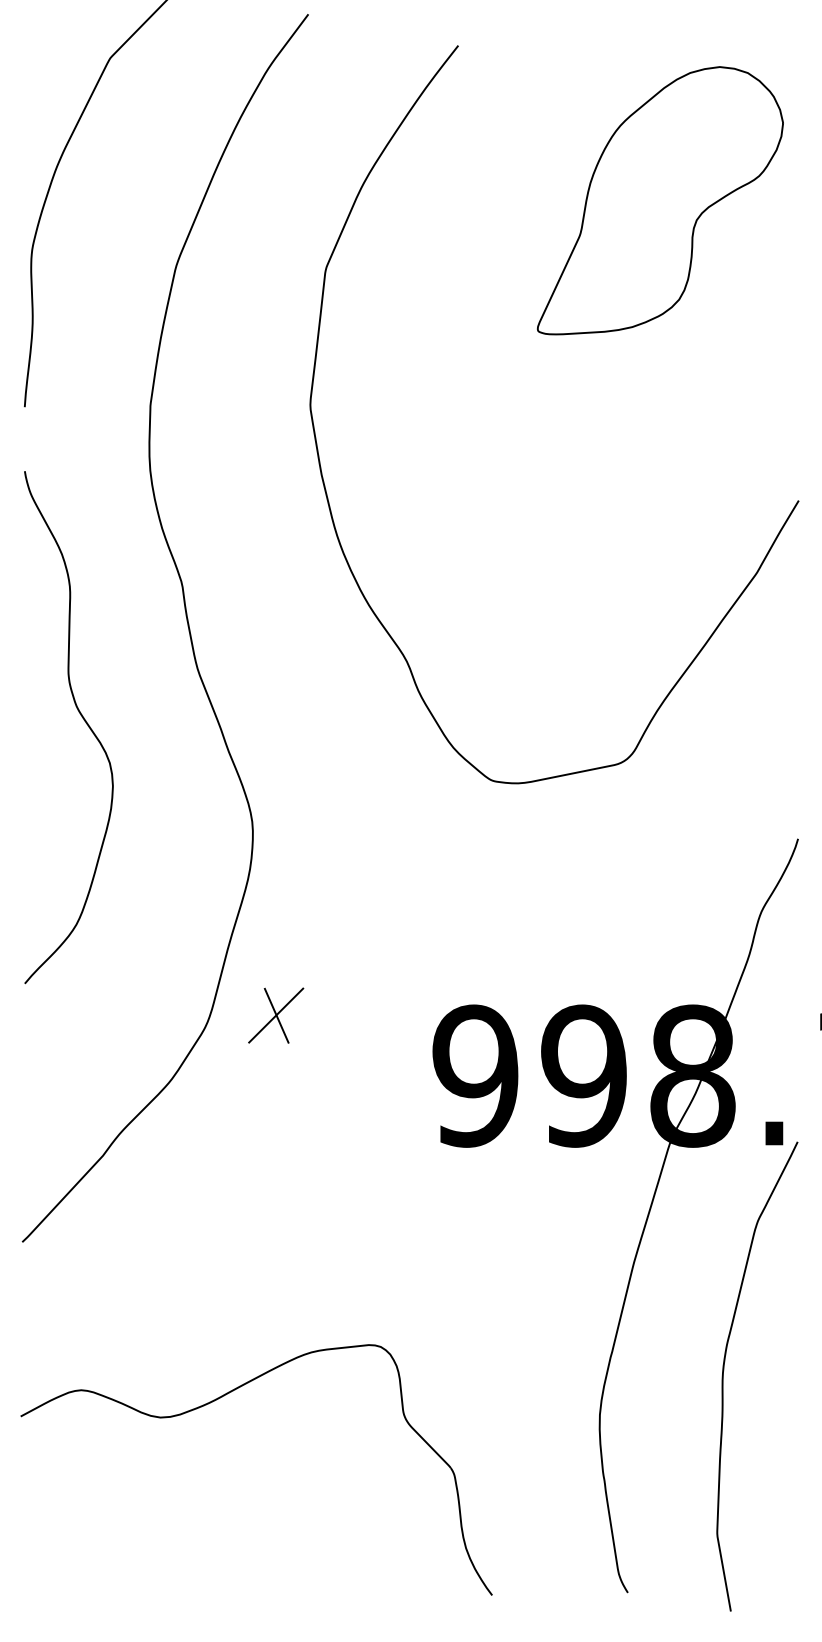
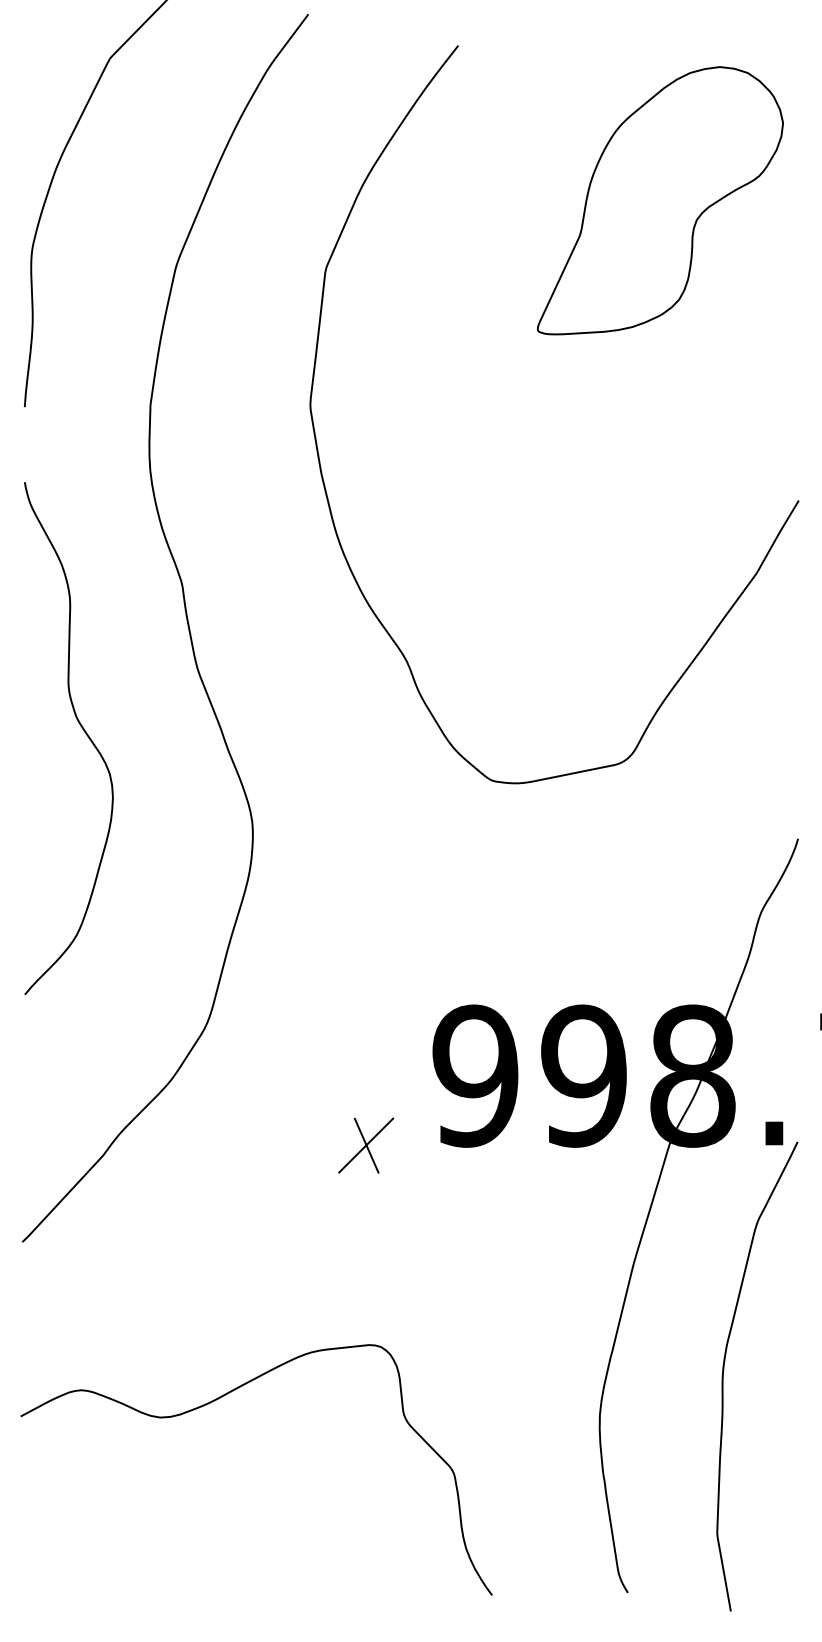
curve at (83, 720) position: (83, 720) -> (83, 731)
part at (276, 1015) position: (276, 1015) -> (366, 1145)
